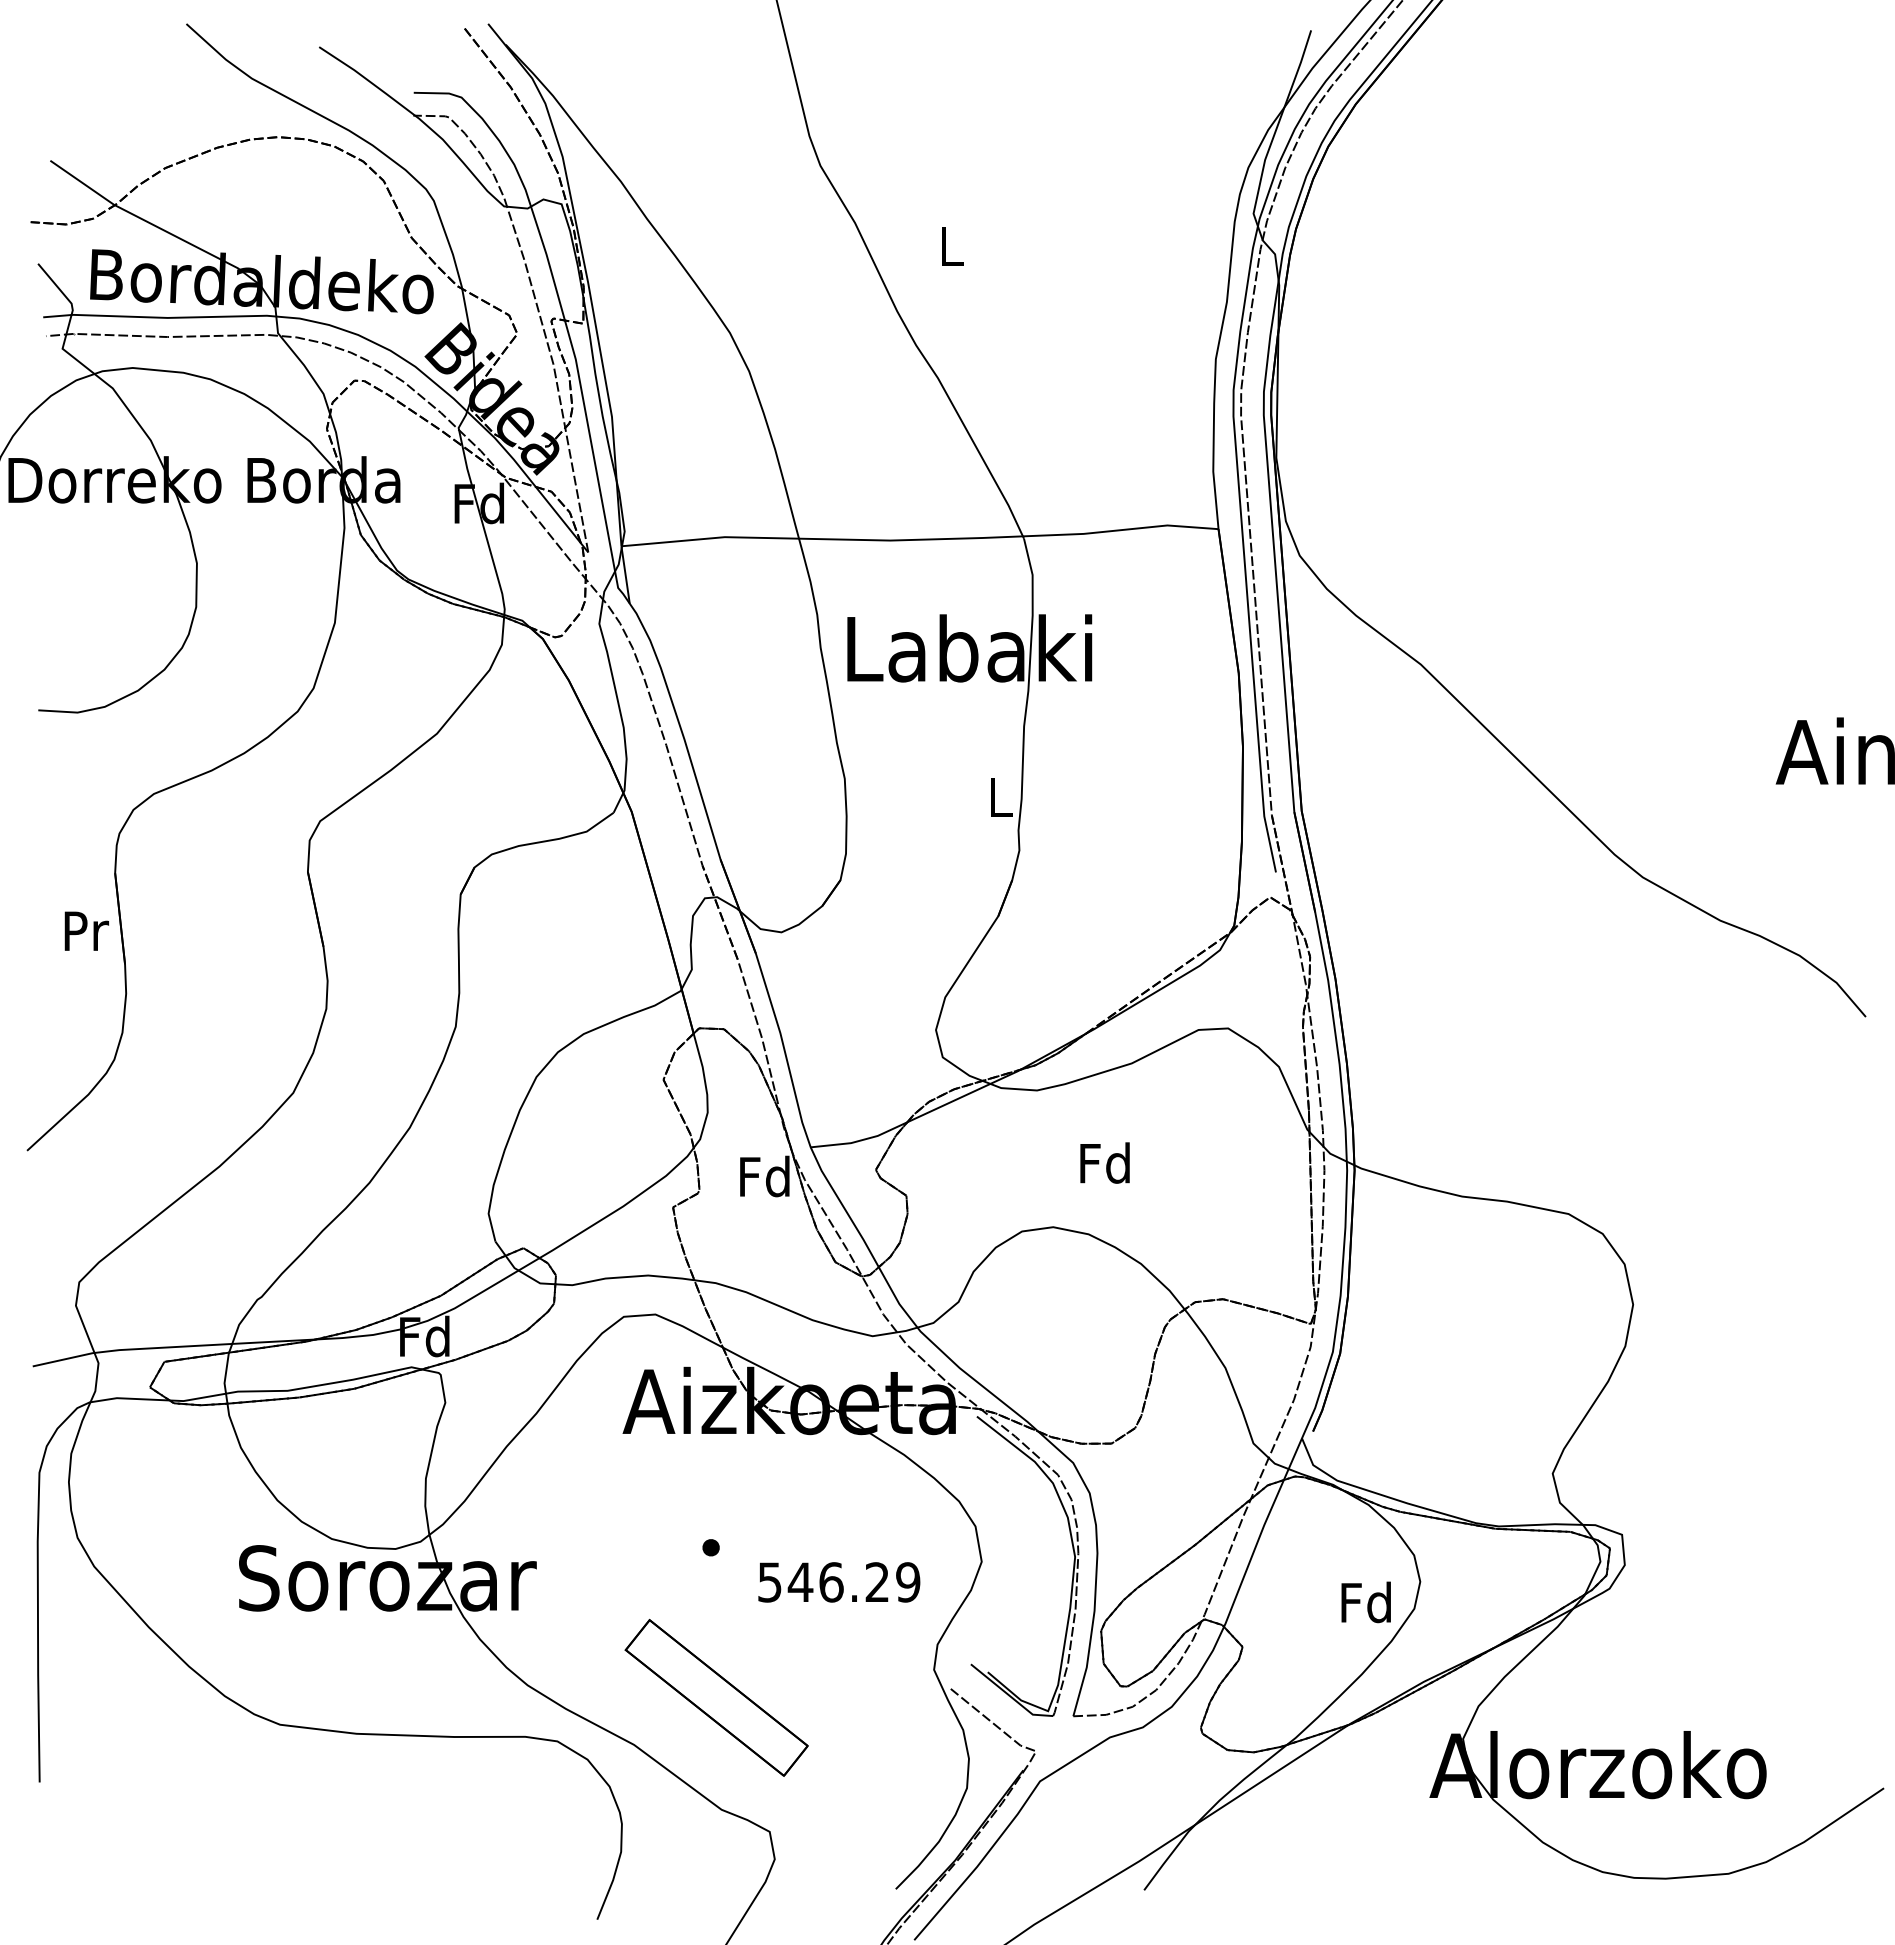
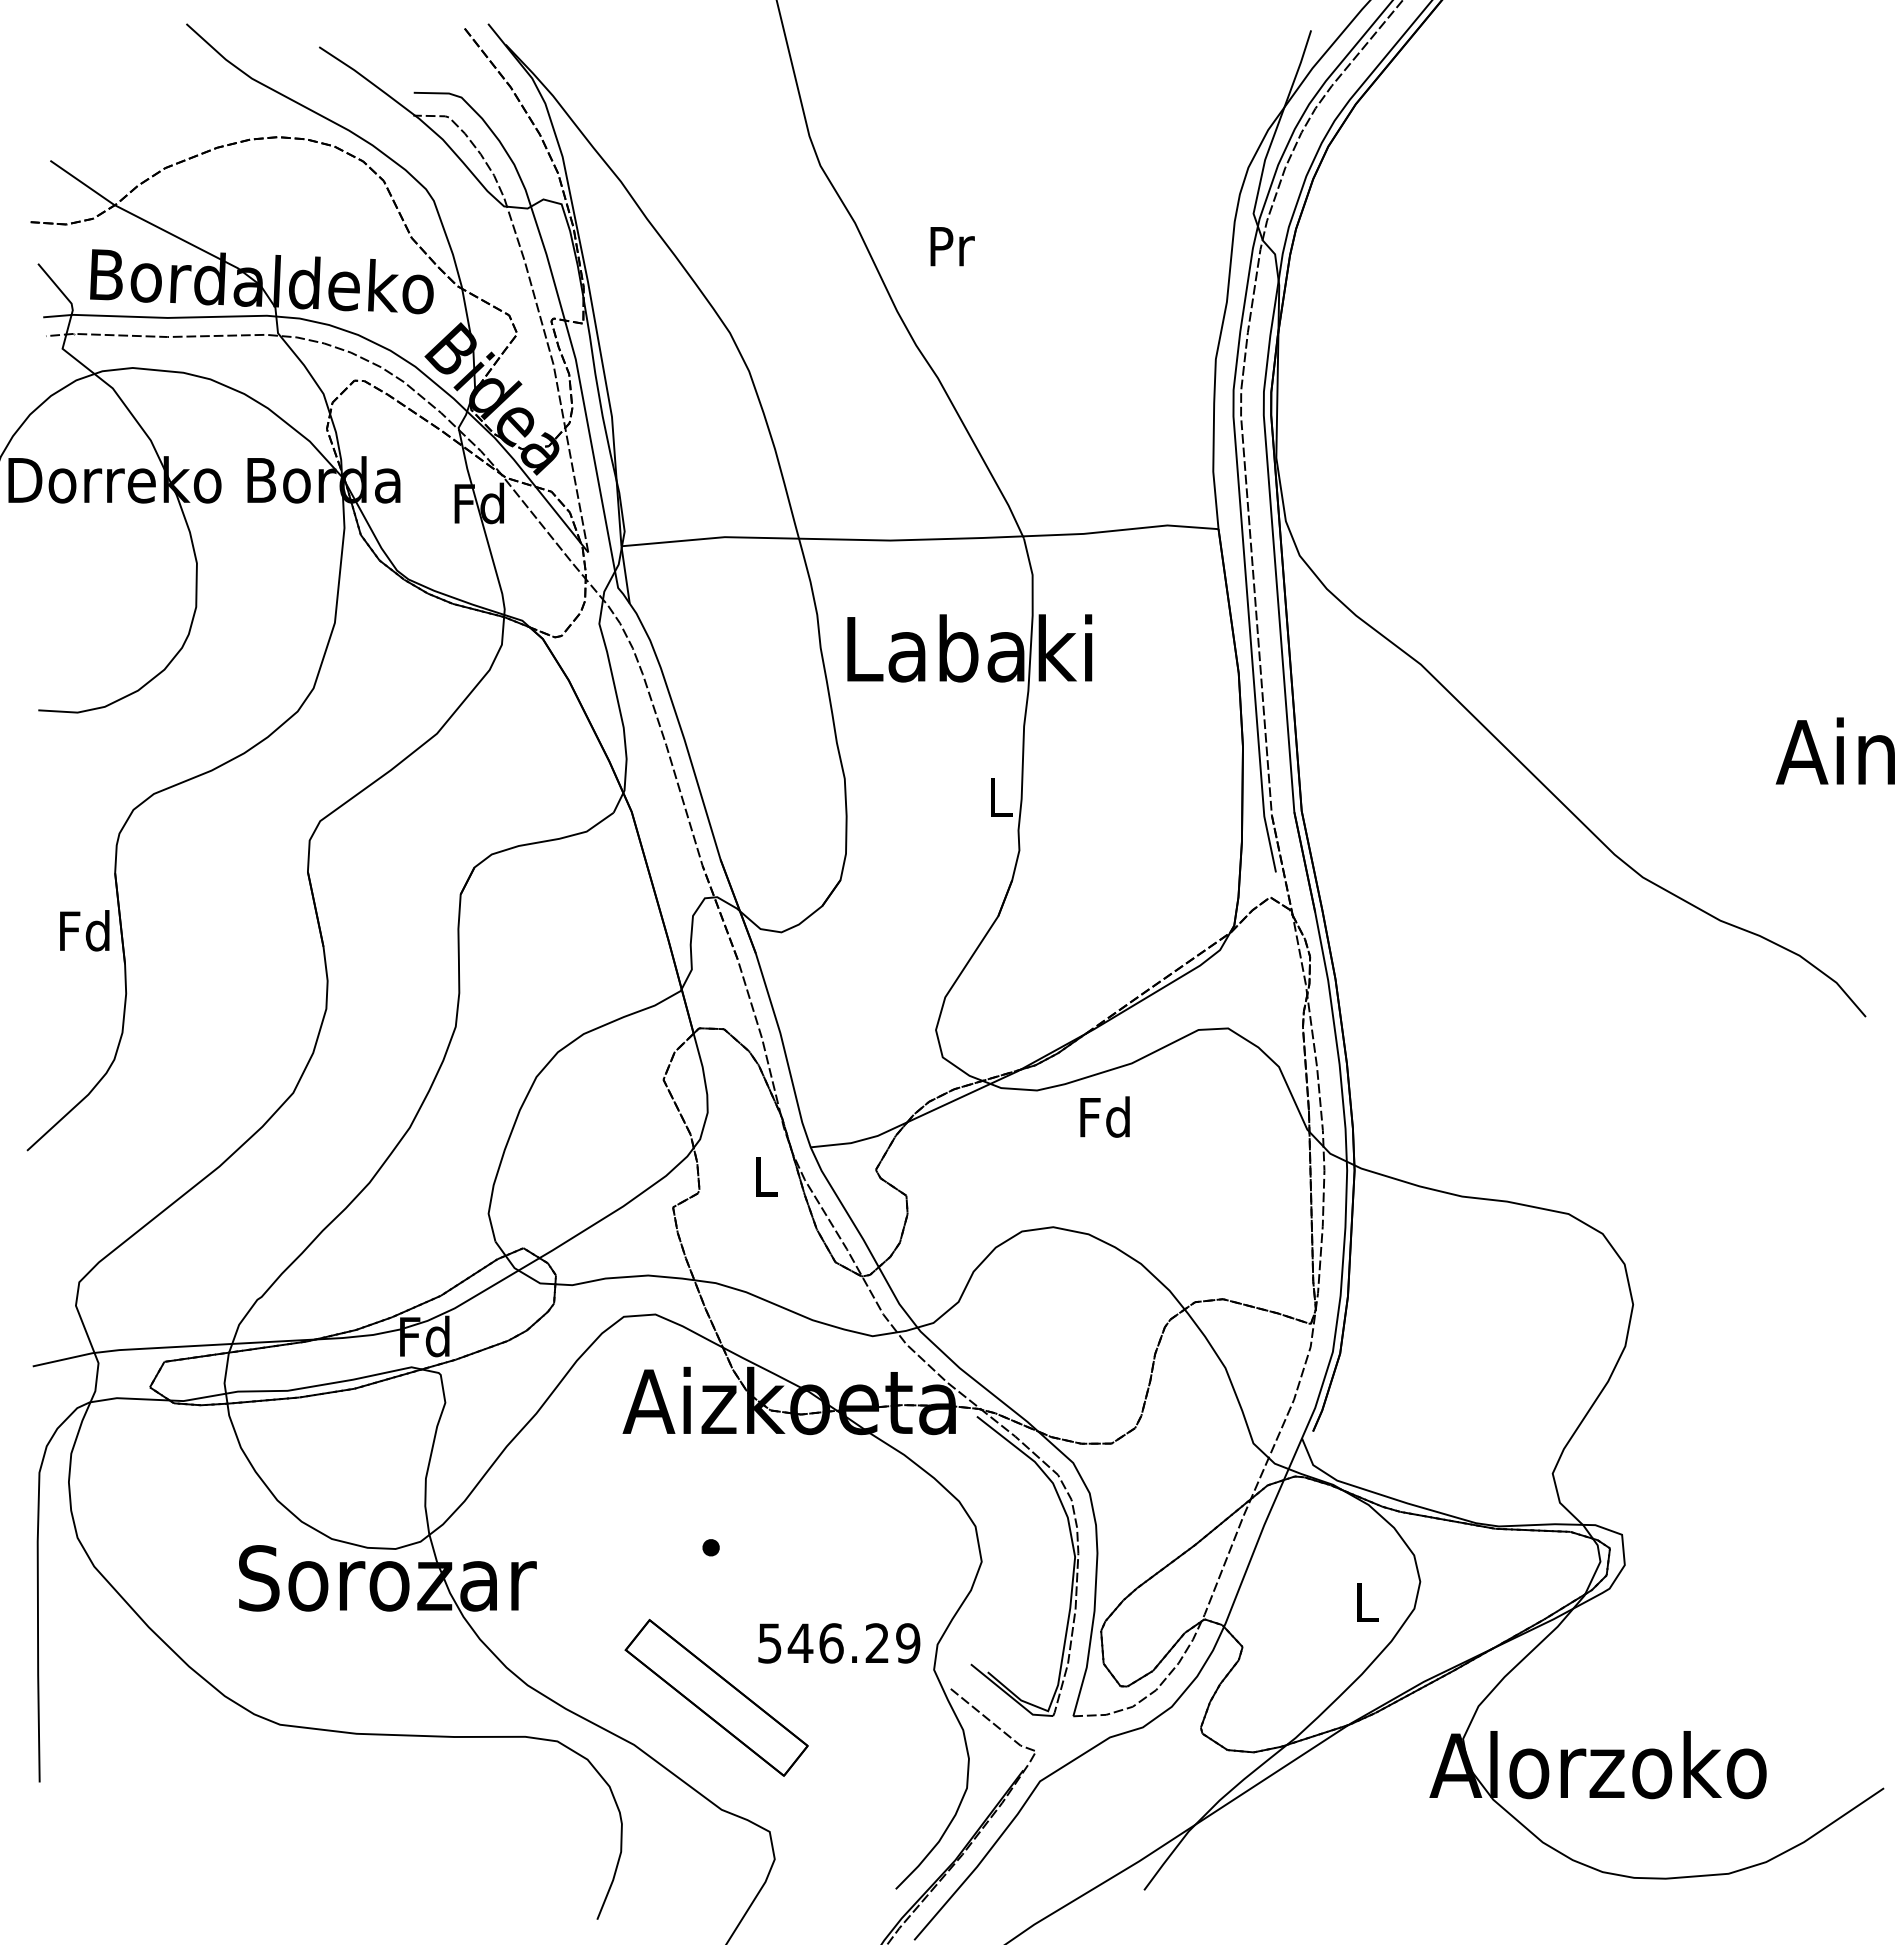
text at (952, 246): L -> Pr
text at (84, 930): Pr -> Fd
text at (1104, 1162) position: (1104, 1162) -> (1104, 1116)
text at (764, 1176): Fd -> L
text at (839, 1582) position: (839, 1582) -> (839, 1643)
text at (1365, 1602): Fd -> L
